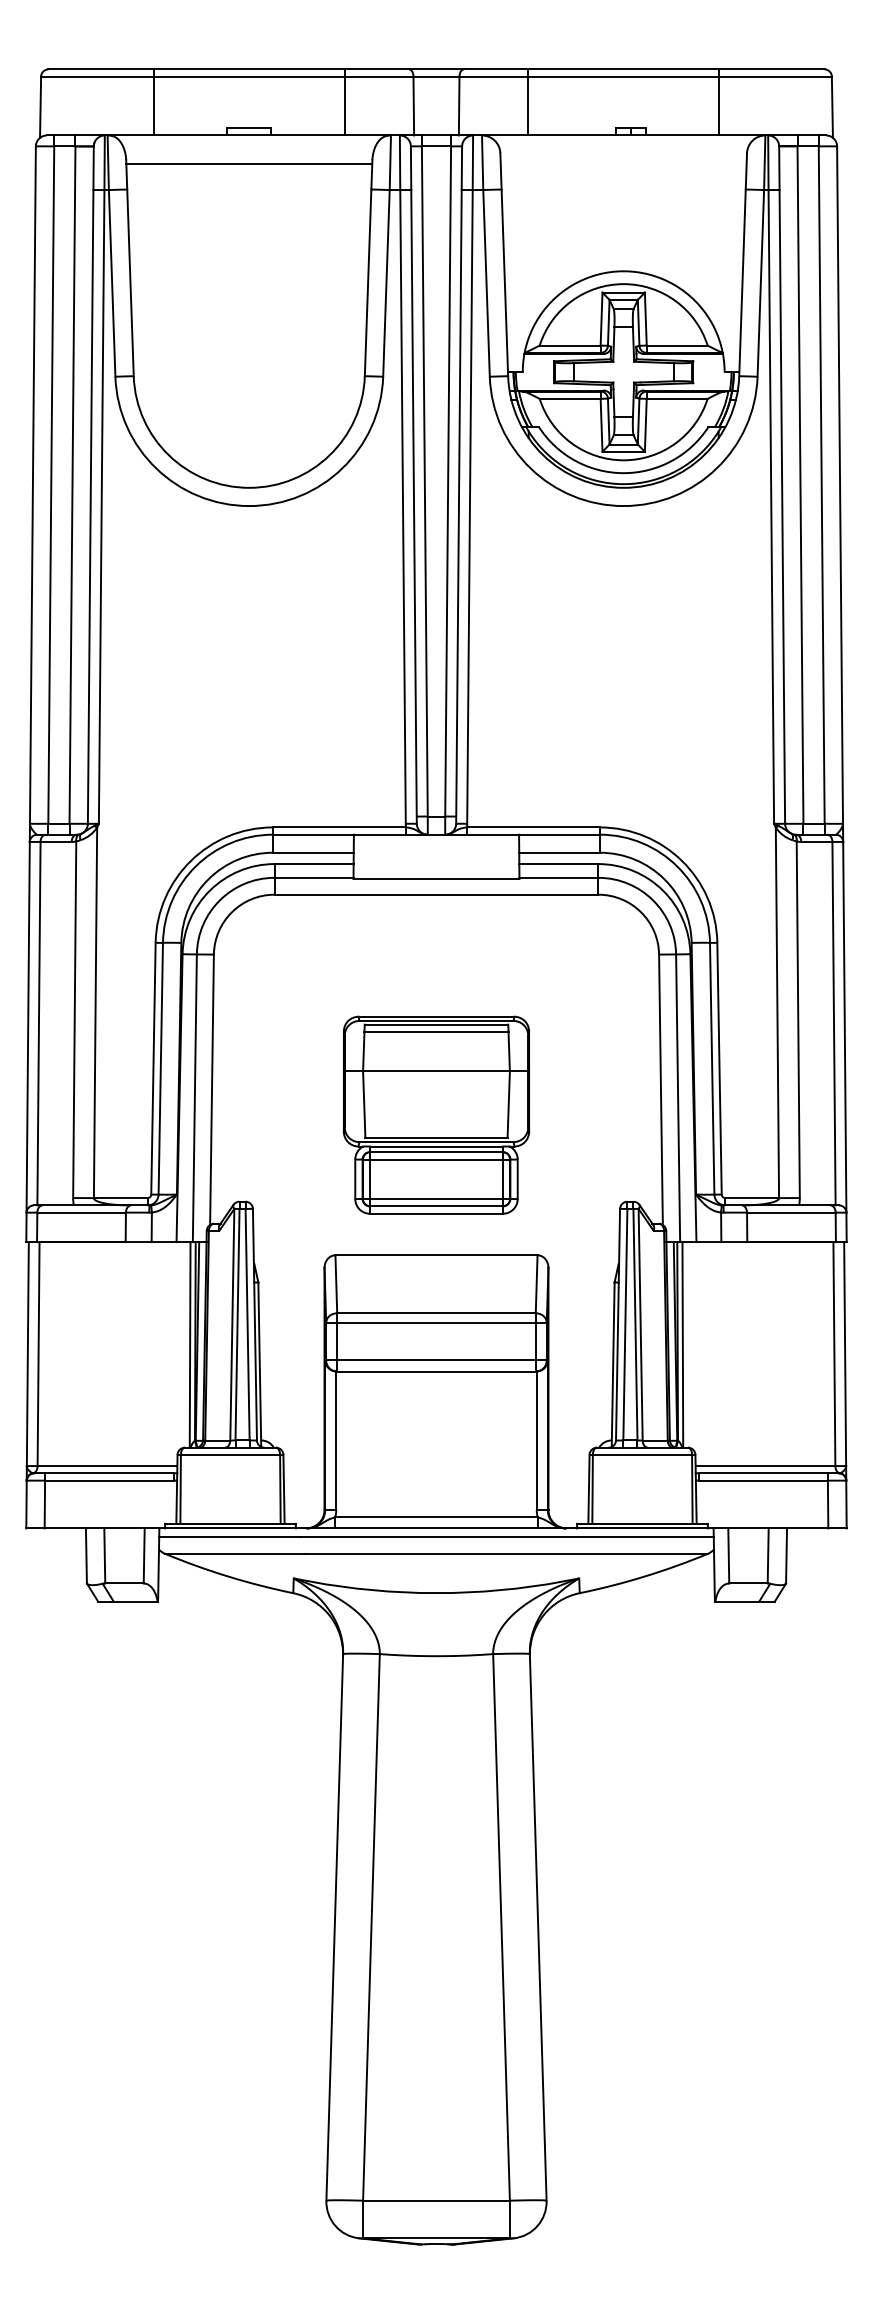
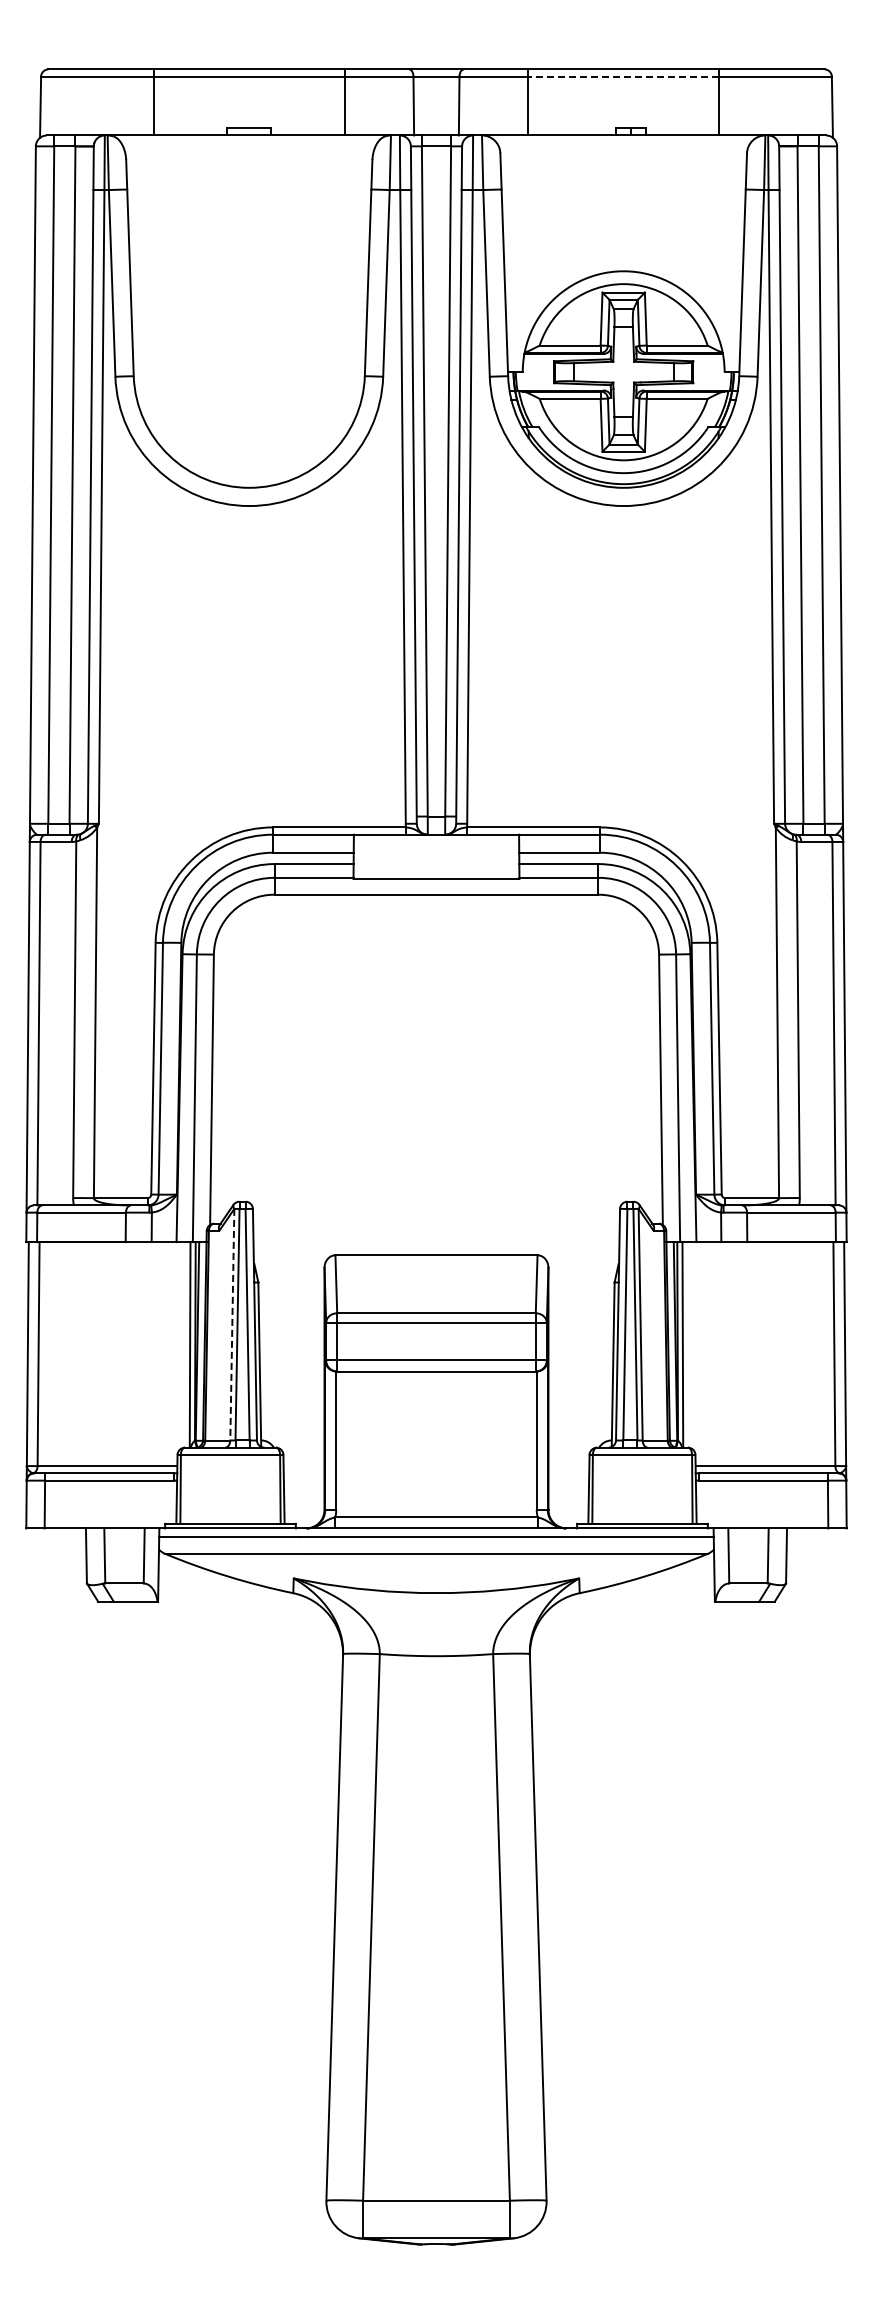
line at (623, 76): solid -> dashed
line at (249, 163): present -> none
part at (436, 1114): present -> none
line at (232, 1324): solid -> dashed
